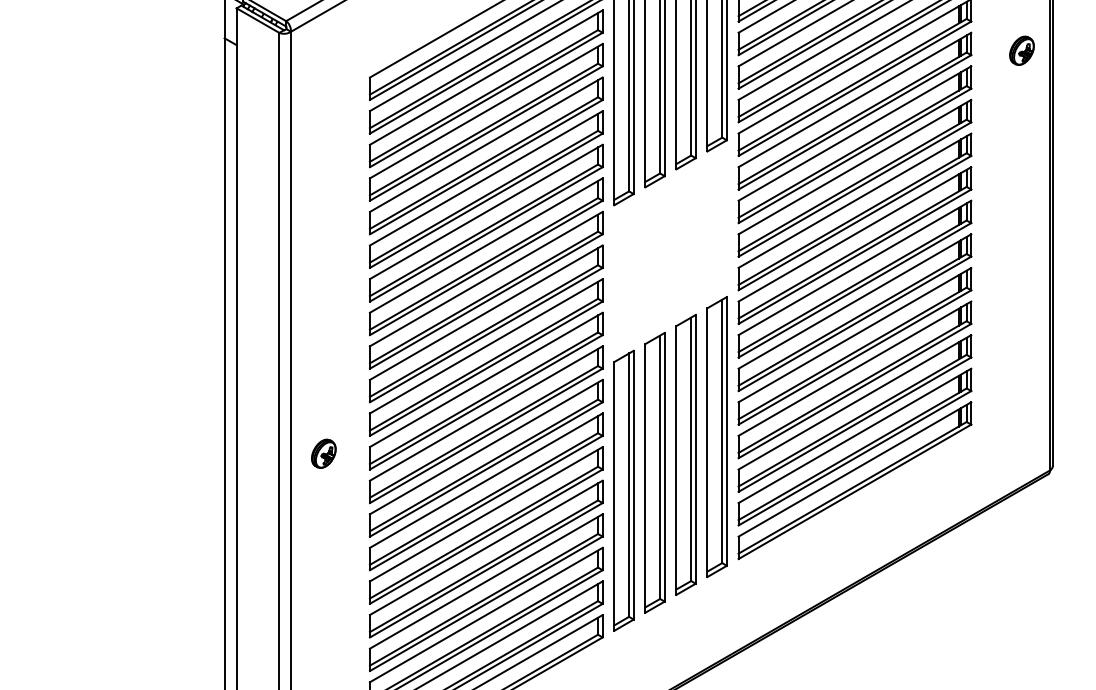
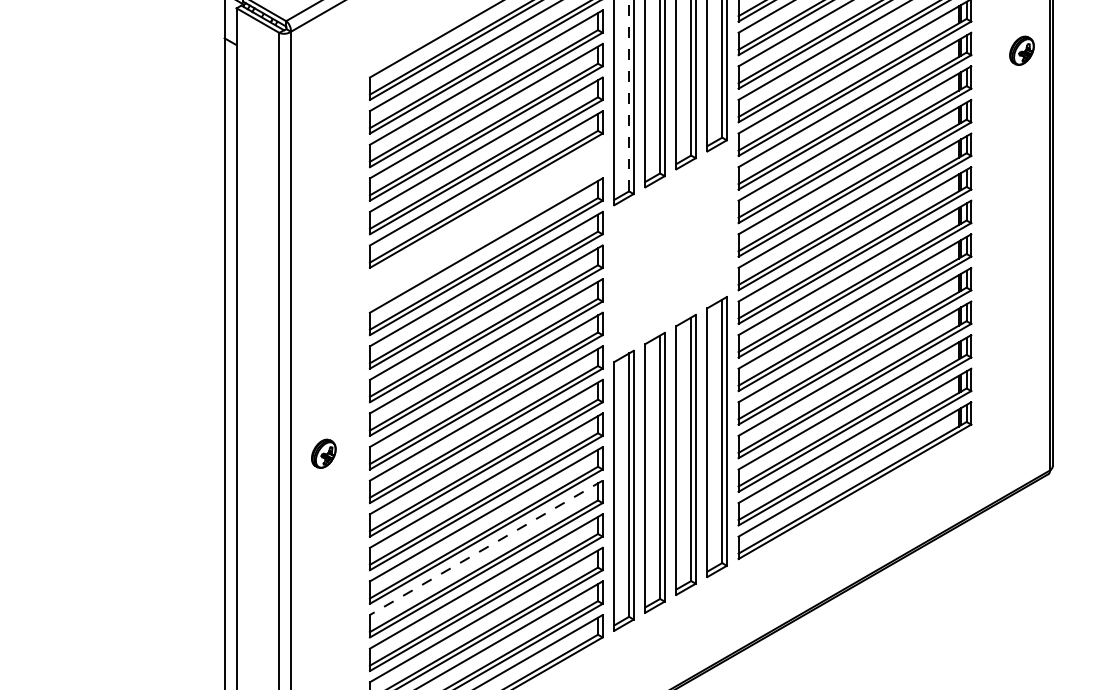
line at (629, 95): solid -> dashed
part at (485, 222): present -> none
line at (485, 548): solid -> dashed
